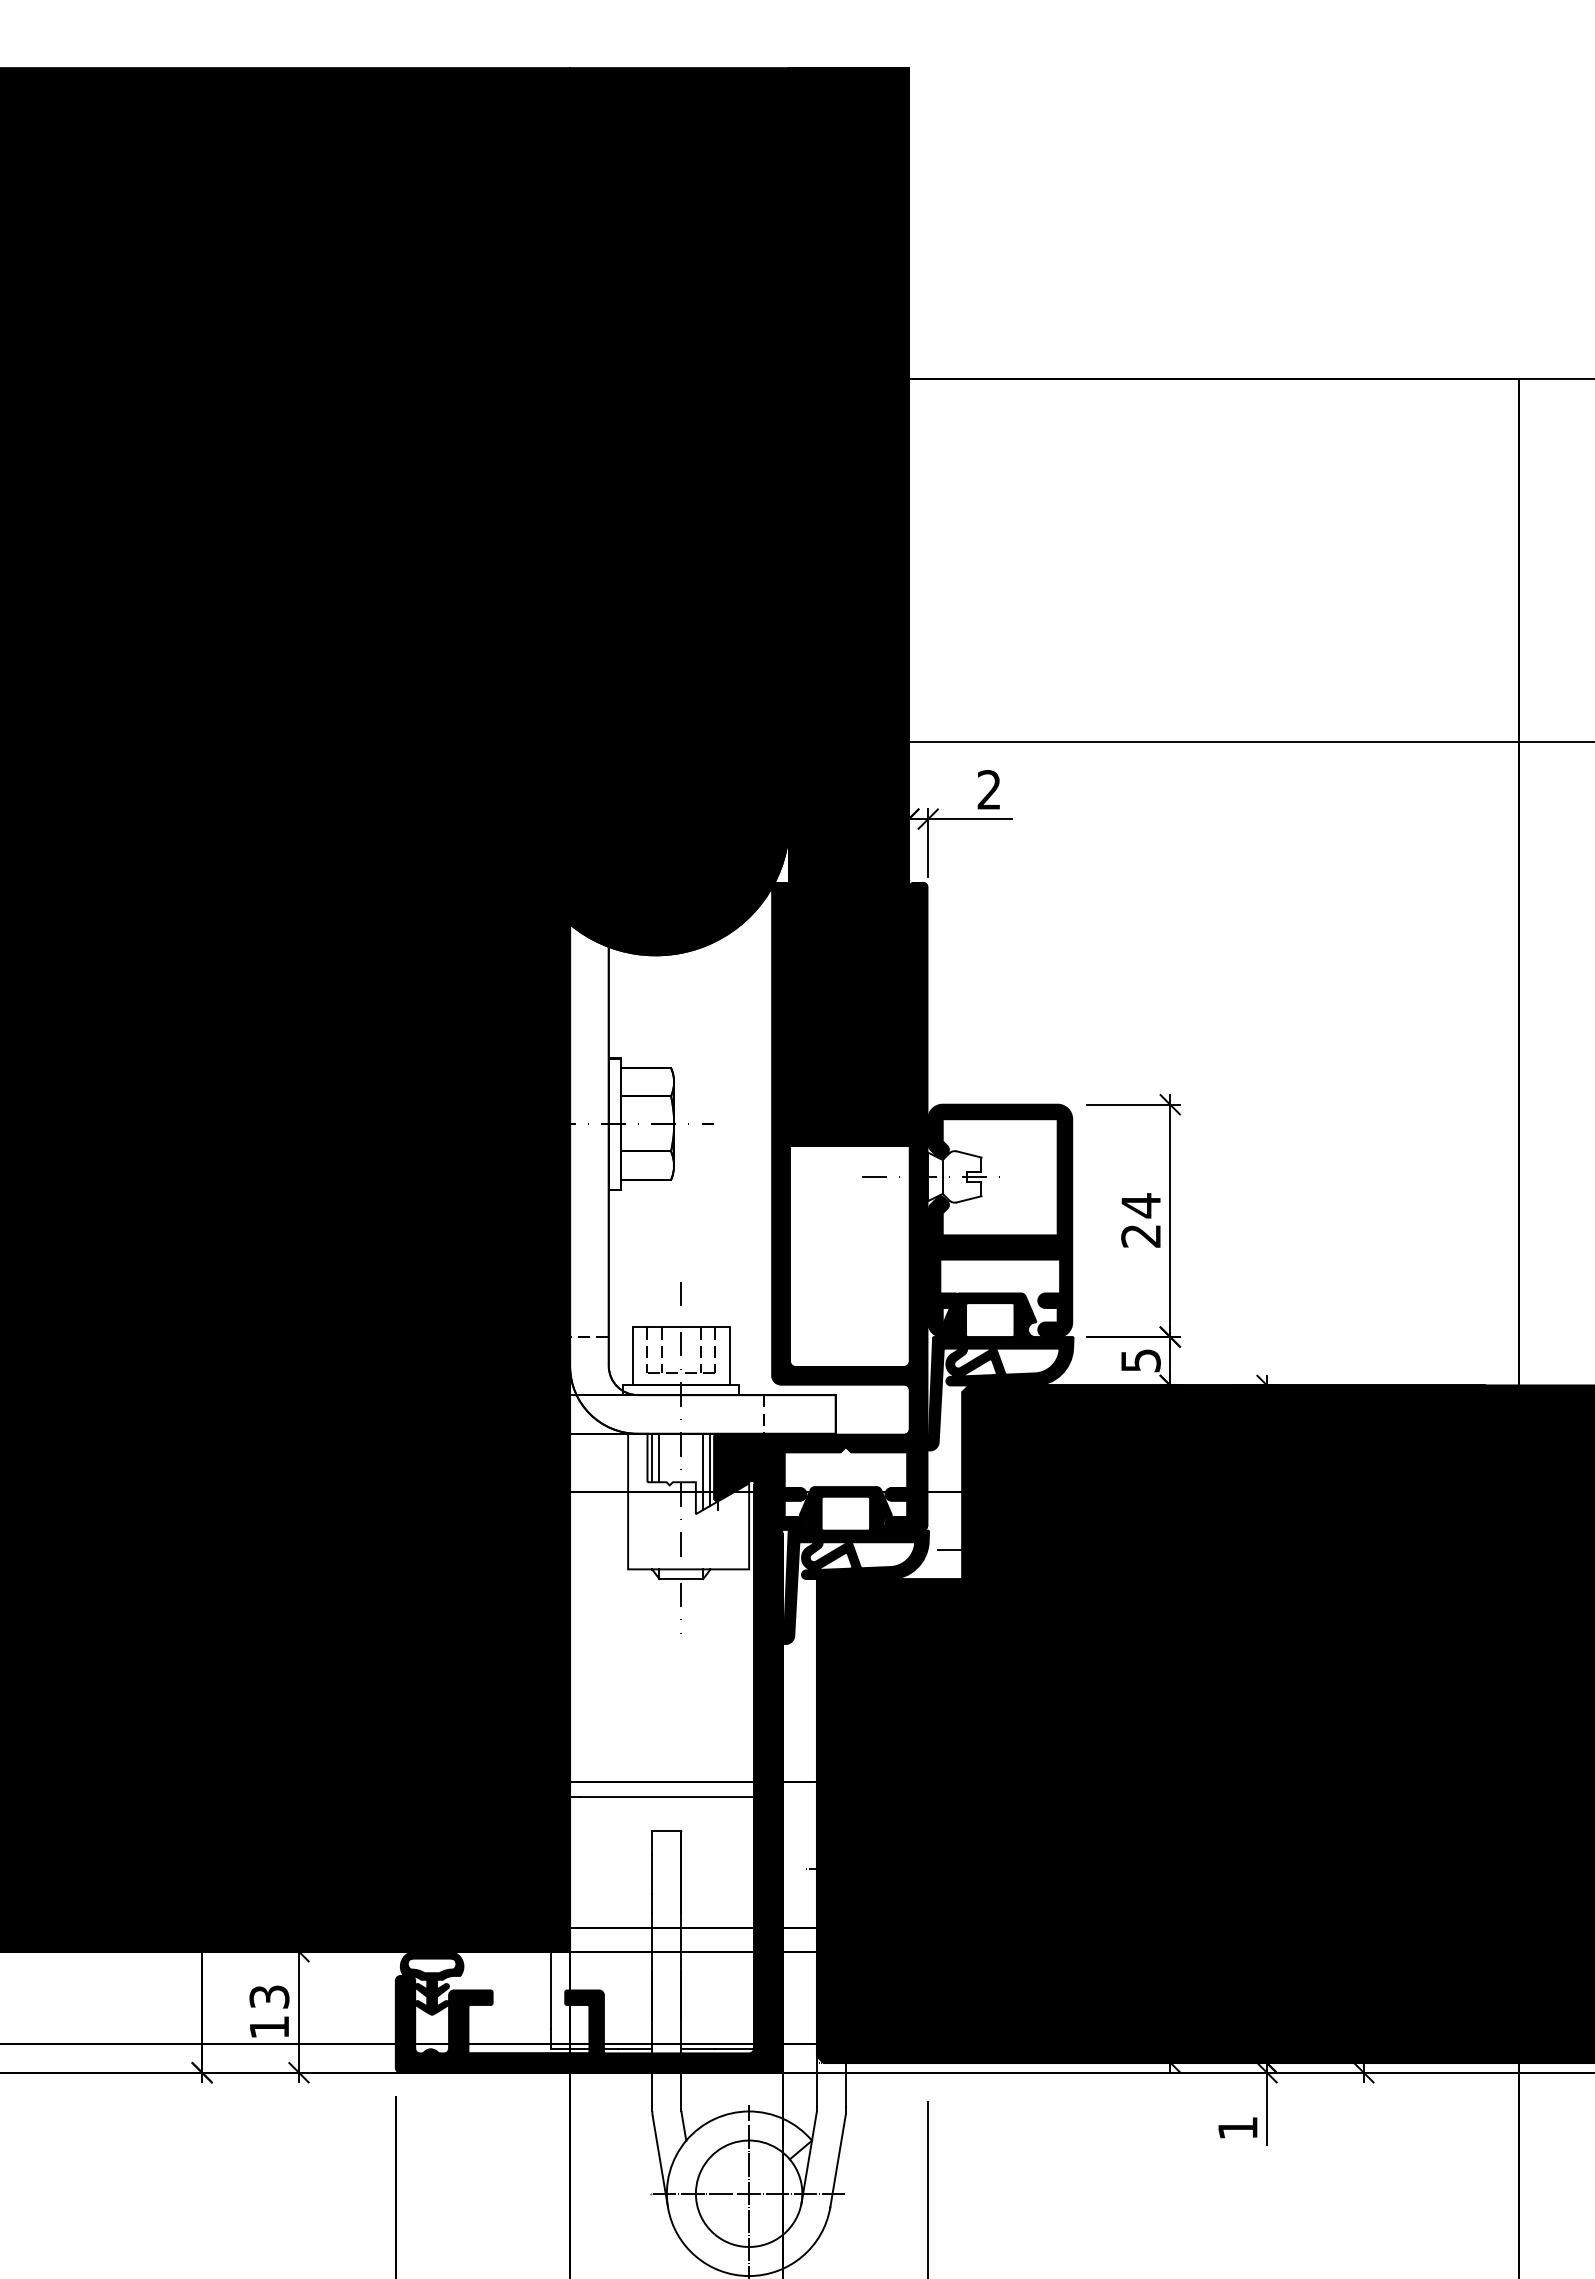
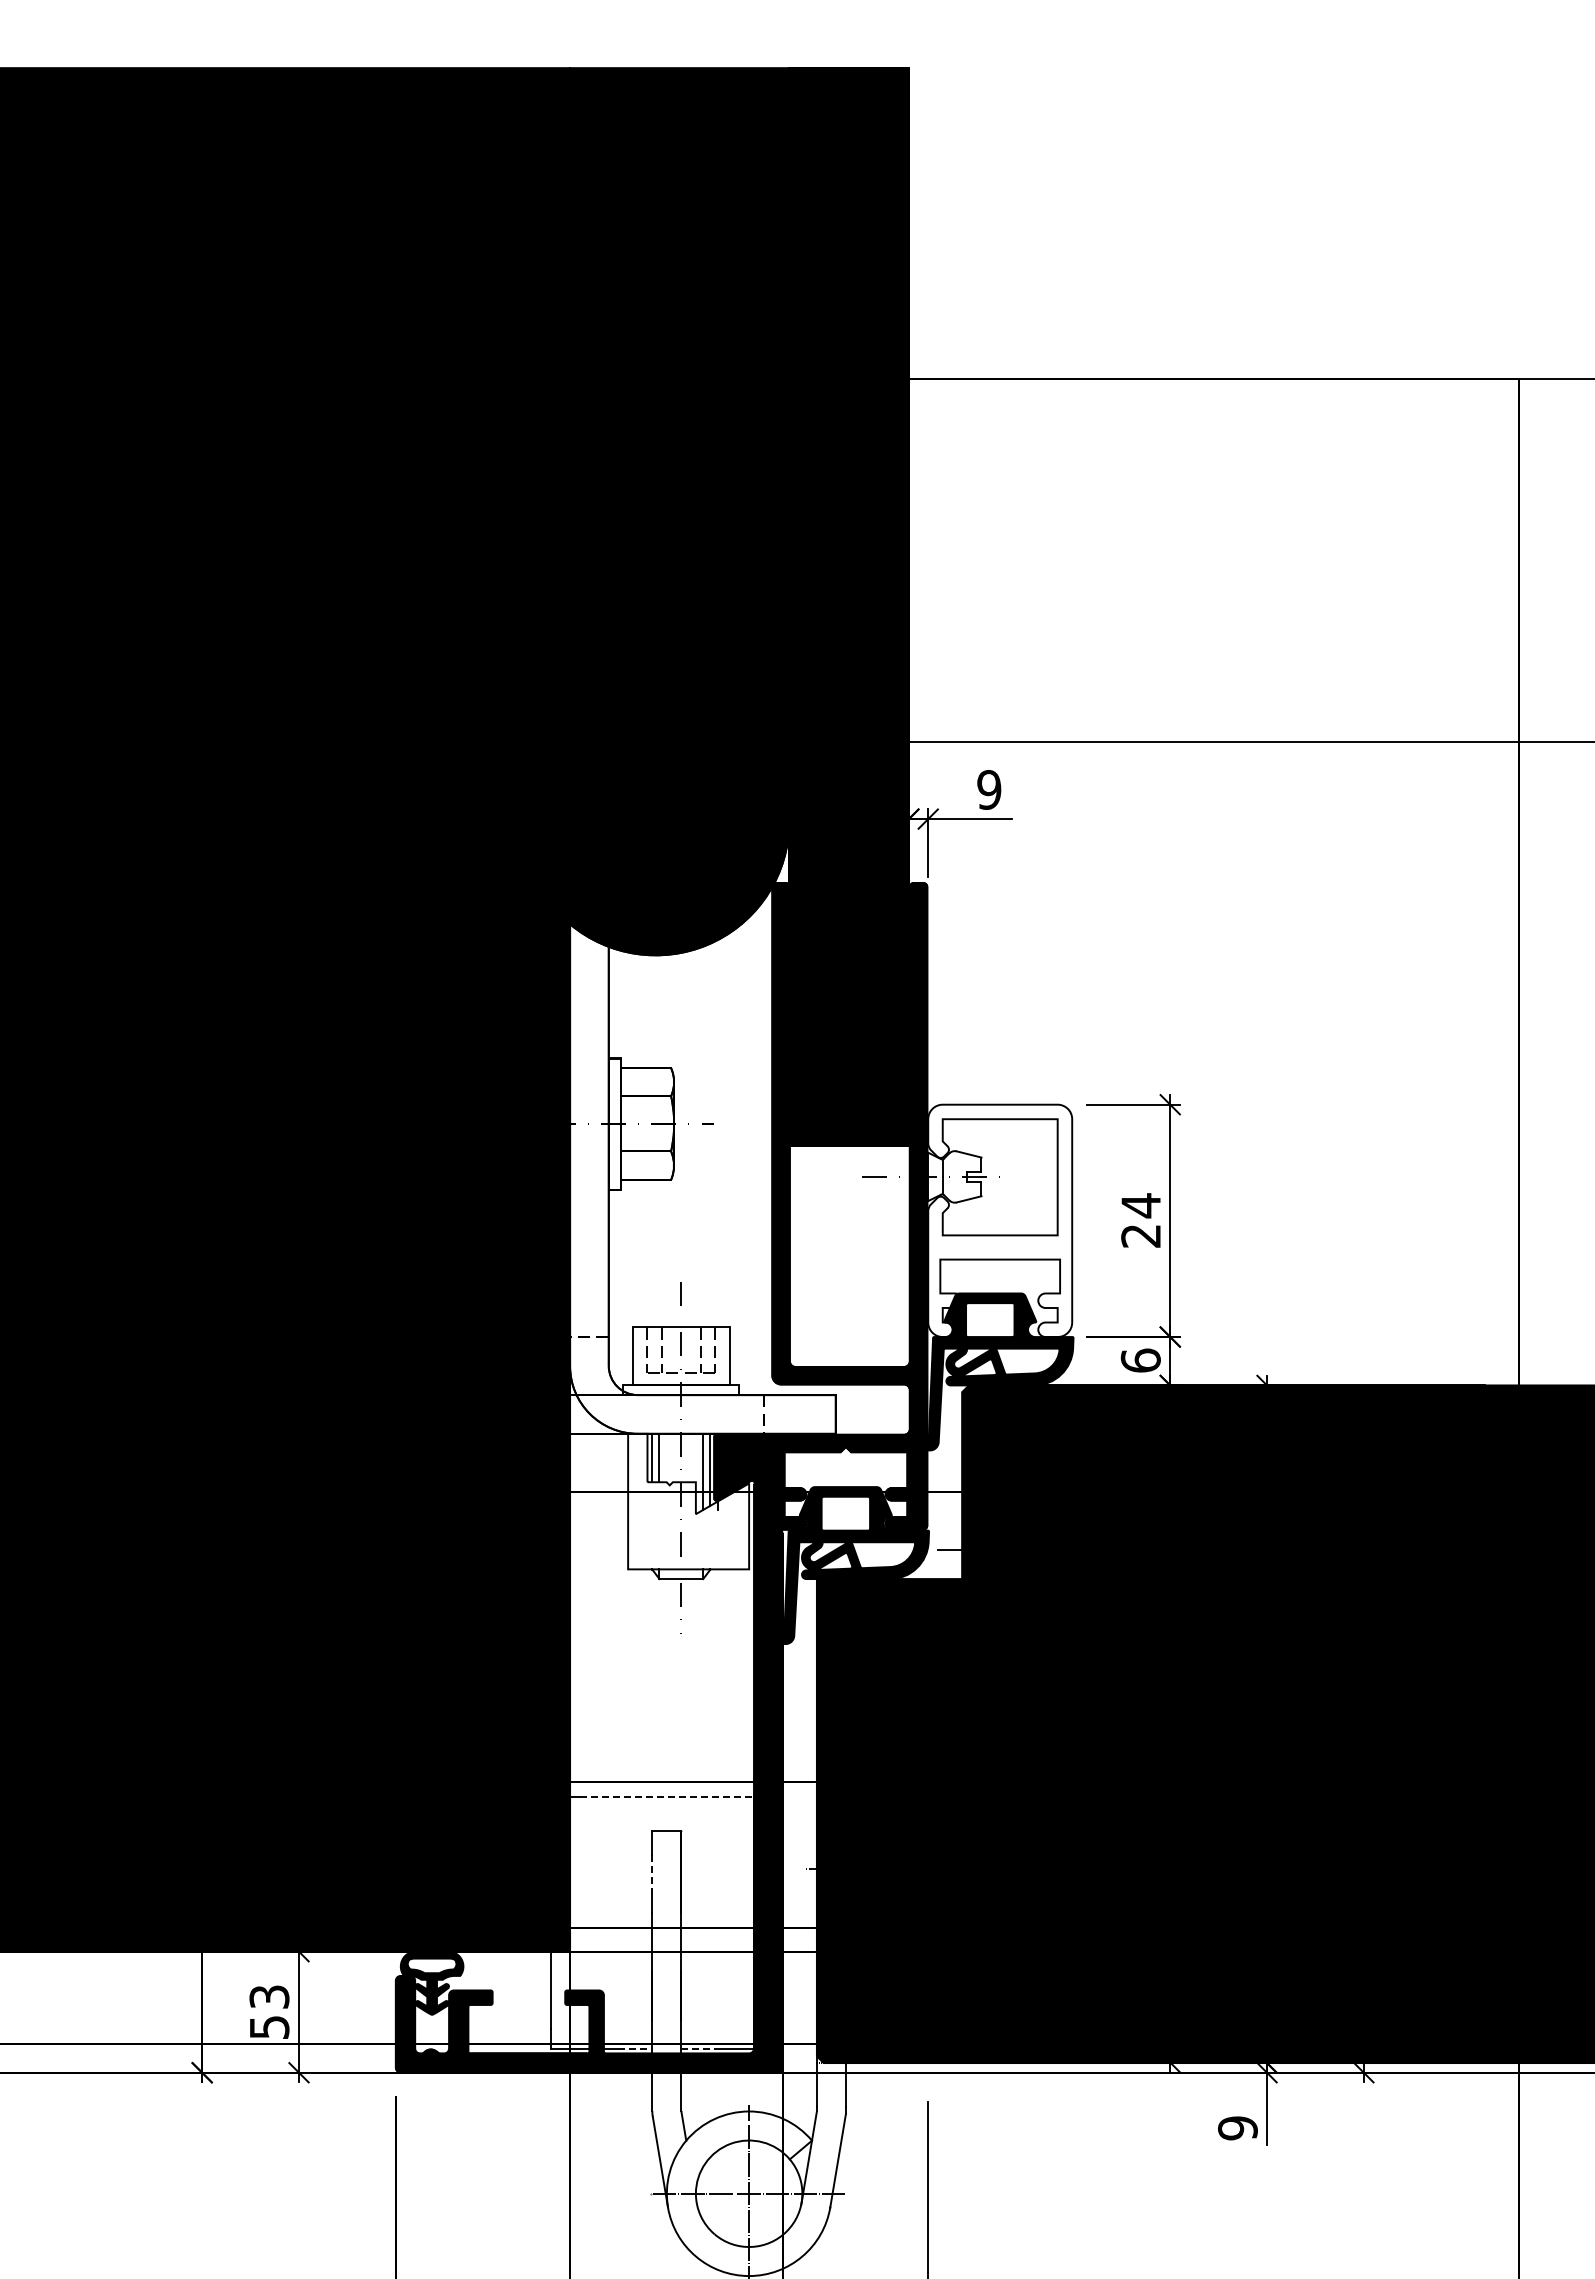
text at (989, 789): 2 -> 9
fill at (1000, 1220): present -> none
text at (1140, 1360): 5 -> 6
line at (667, 1796): solid -> dashed
line at (652, 1874): solid -> dashed
text at (269, 2027): 13 -> 53
line at (635, 2048): solid -> dashed
line at (698, 2048): solid -> dashed
text at (1237, 2128): 1 -> 9
